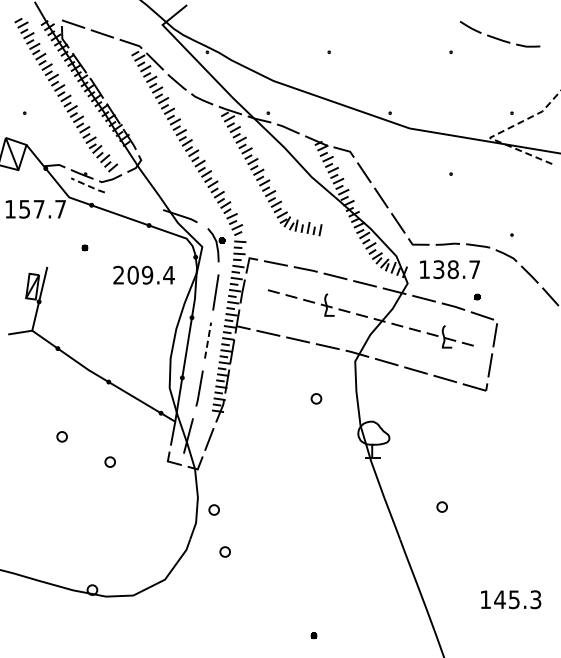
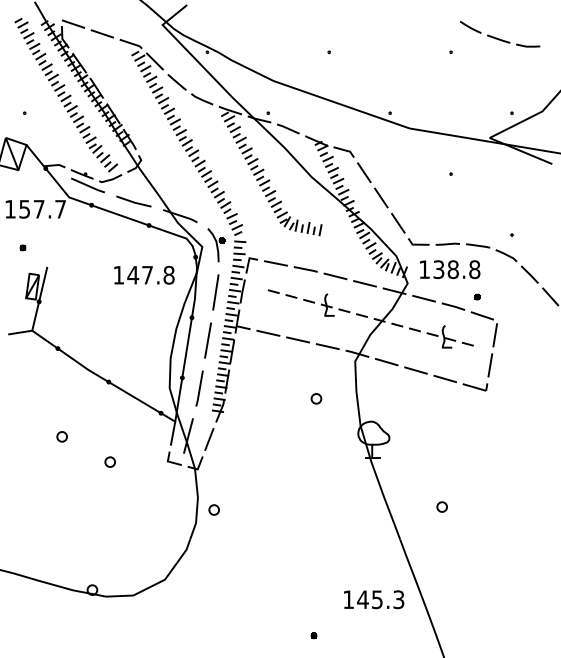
line at (498, 133): dashed -> solid
line at (88, 185): dashed -> solid
line at (133, 201): none -> present
part at (84, 247) position: (84, 247) -> (22, 247)
text at (474, 269): 138.7 -> 138.8
text at (143, 274): 209.4 -> 147.8
line at (208, 340): dashed -> solid
part at (224, 551): present -> none
text at (511, 599) position: (511, 599) -> (374, 599)
